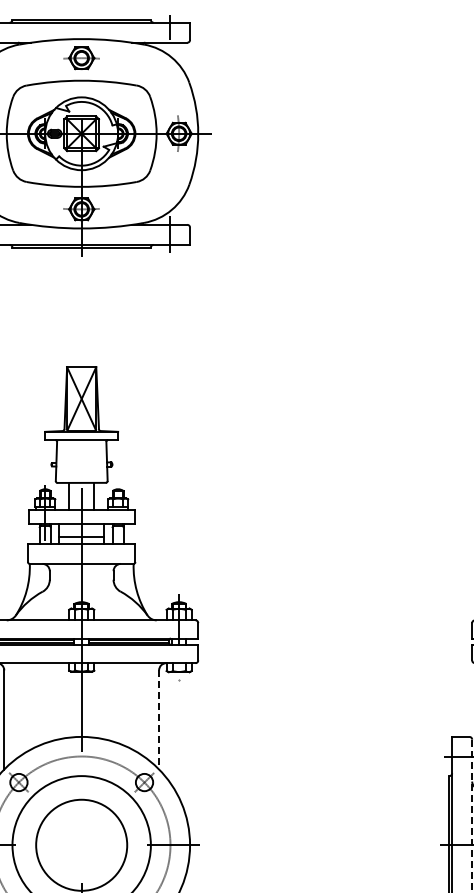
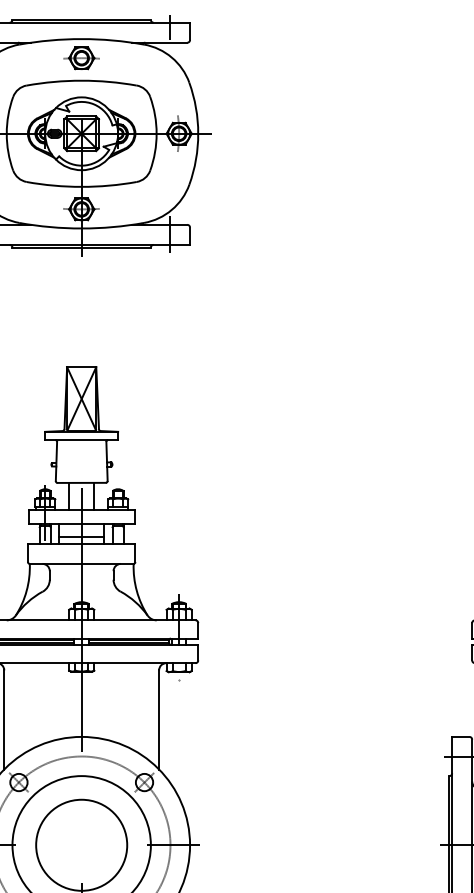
line at (159, 719): dashed -> solid
line at (472, 816): dashed -> solid
